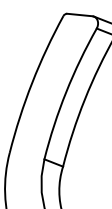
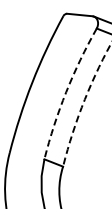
arc at (66, 92): solid -> dashed
arc at (83, 103): solid -> dashed
